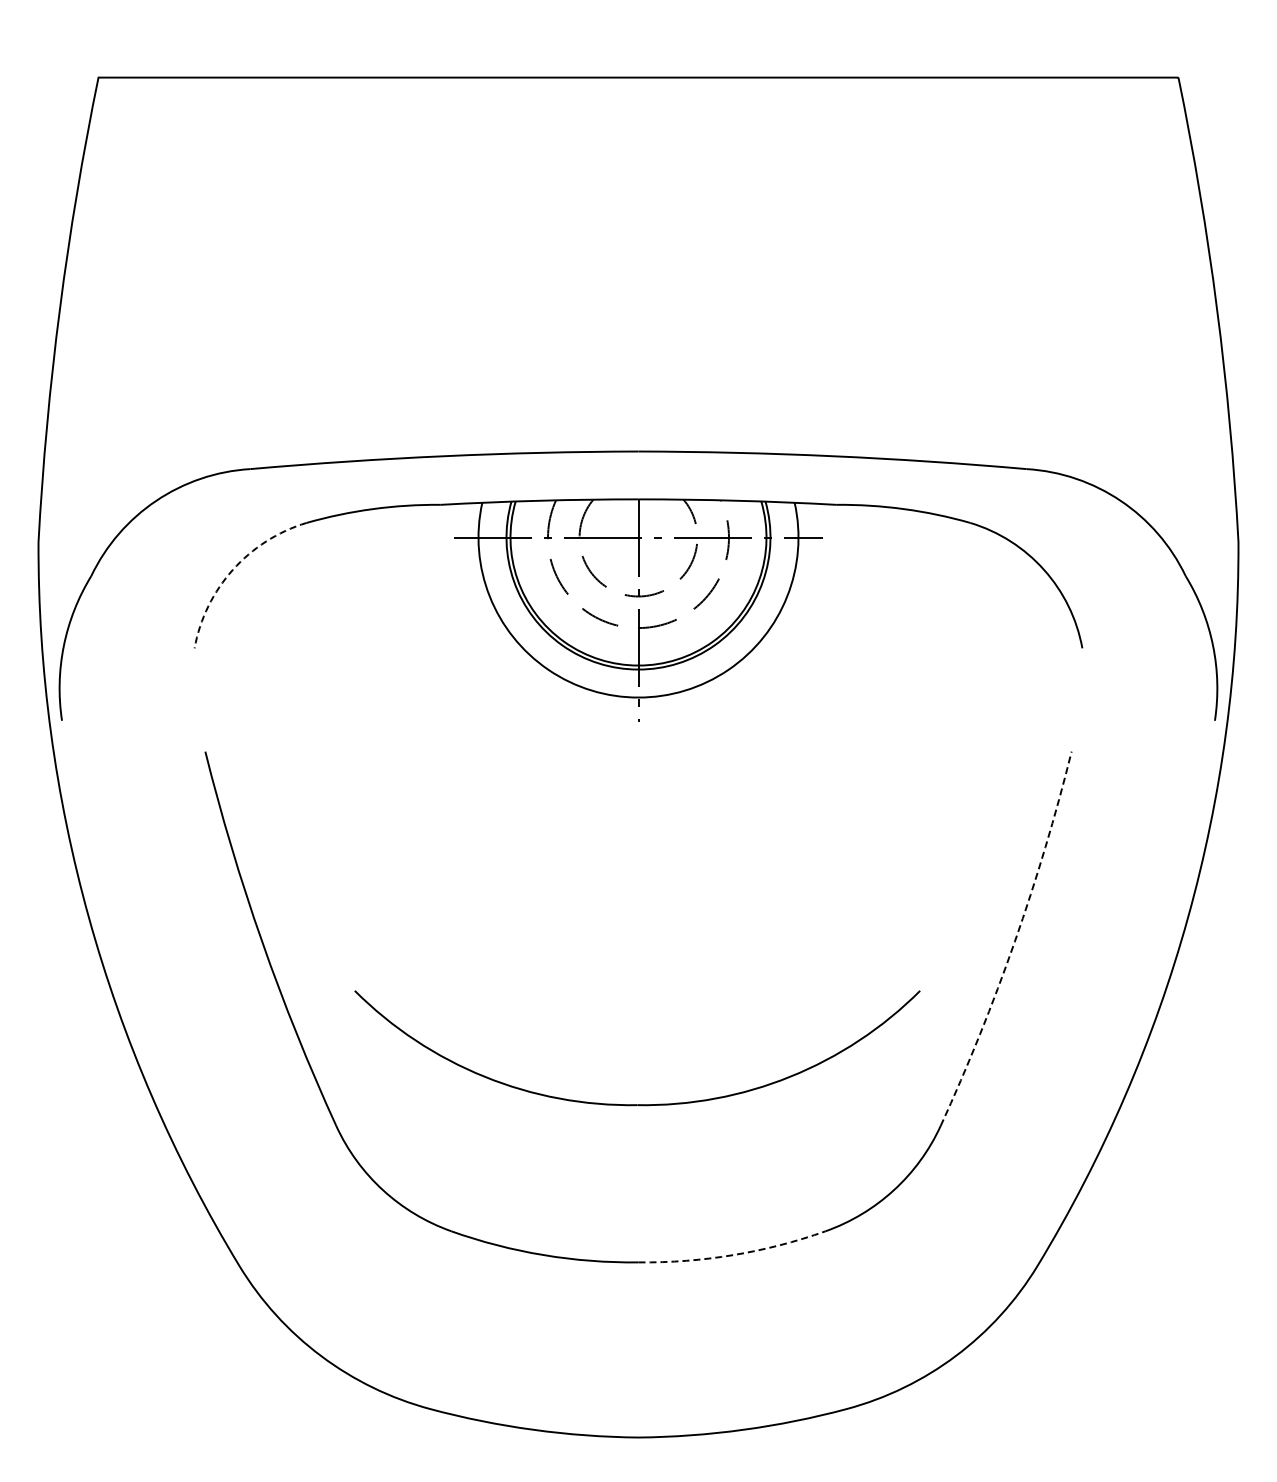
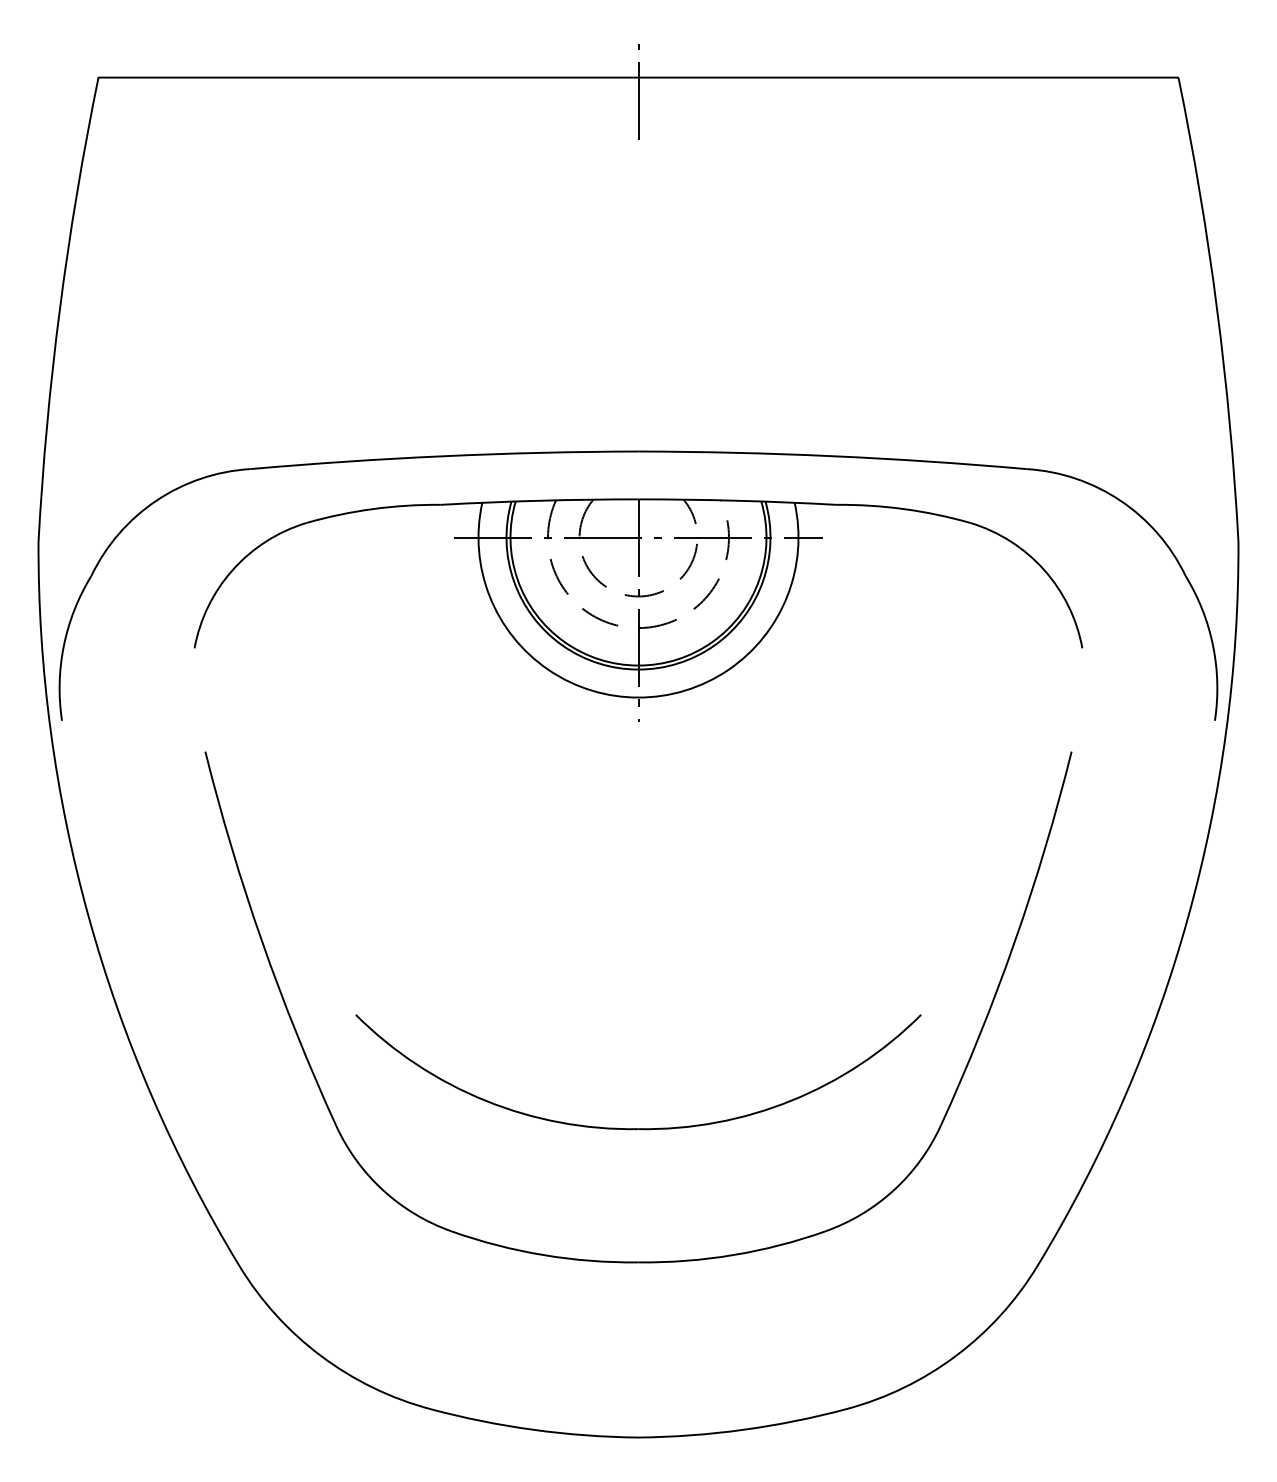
line at (638, 91): none -> present
arc at (232, 569): dashed -> solid
arc at (1014, 941): dashed -> solid
part at (637, 1104) position: (637, 1104) -> (638, 1128)
arc at (733, 1255): dashed -> solid
